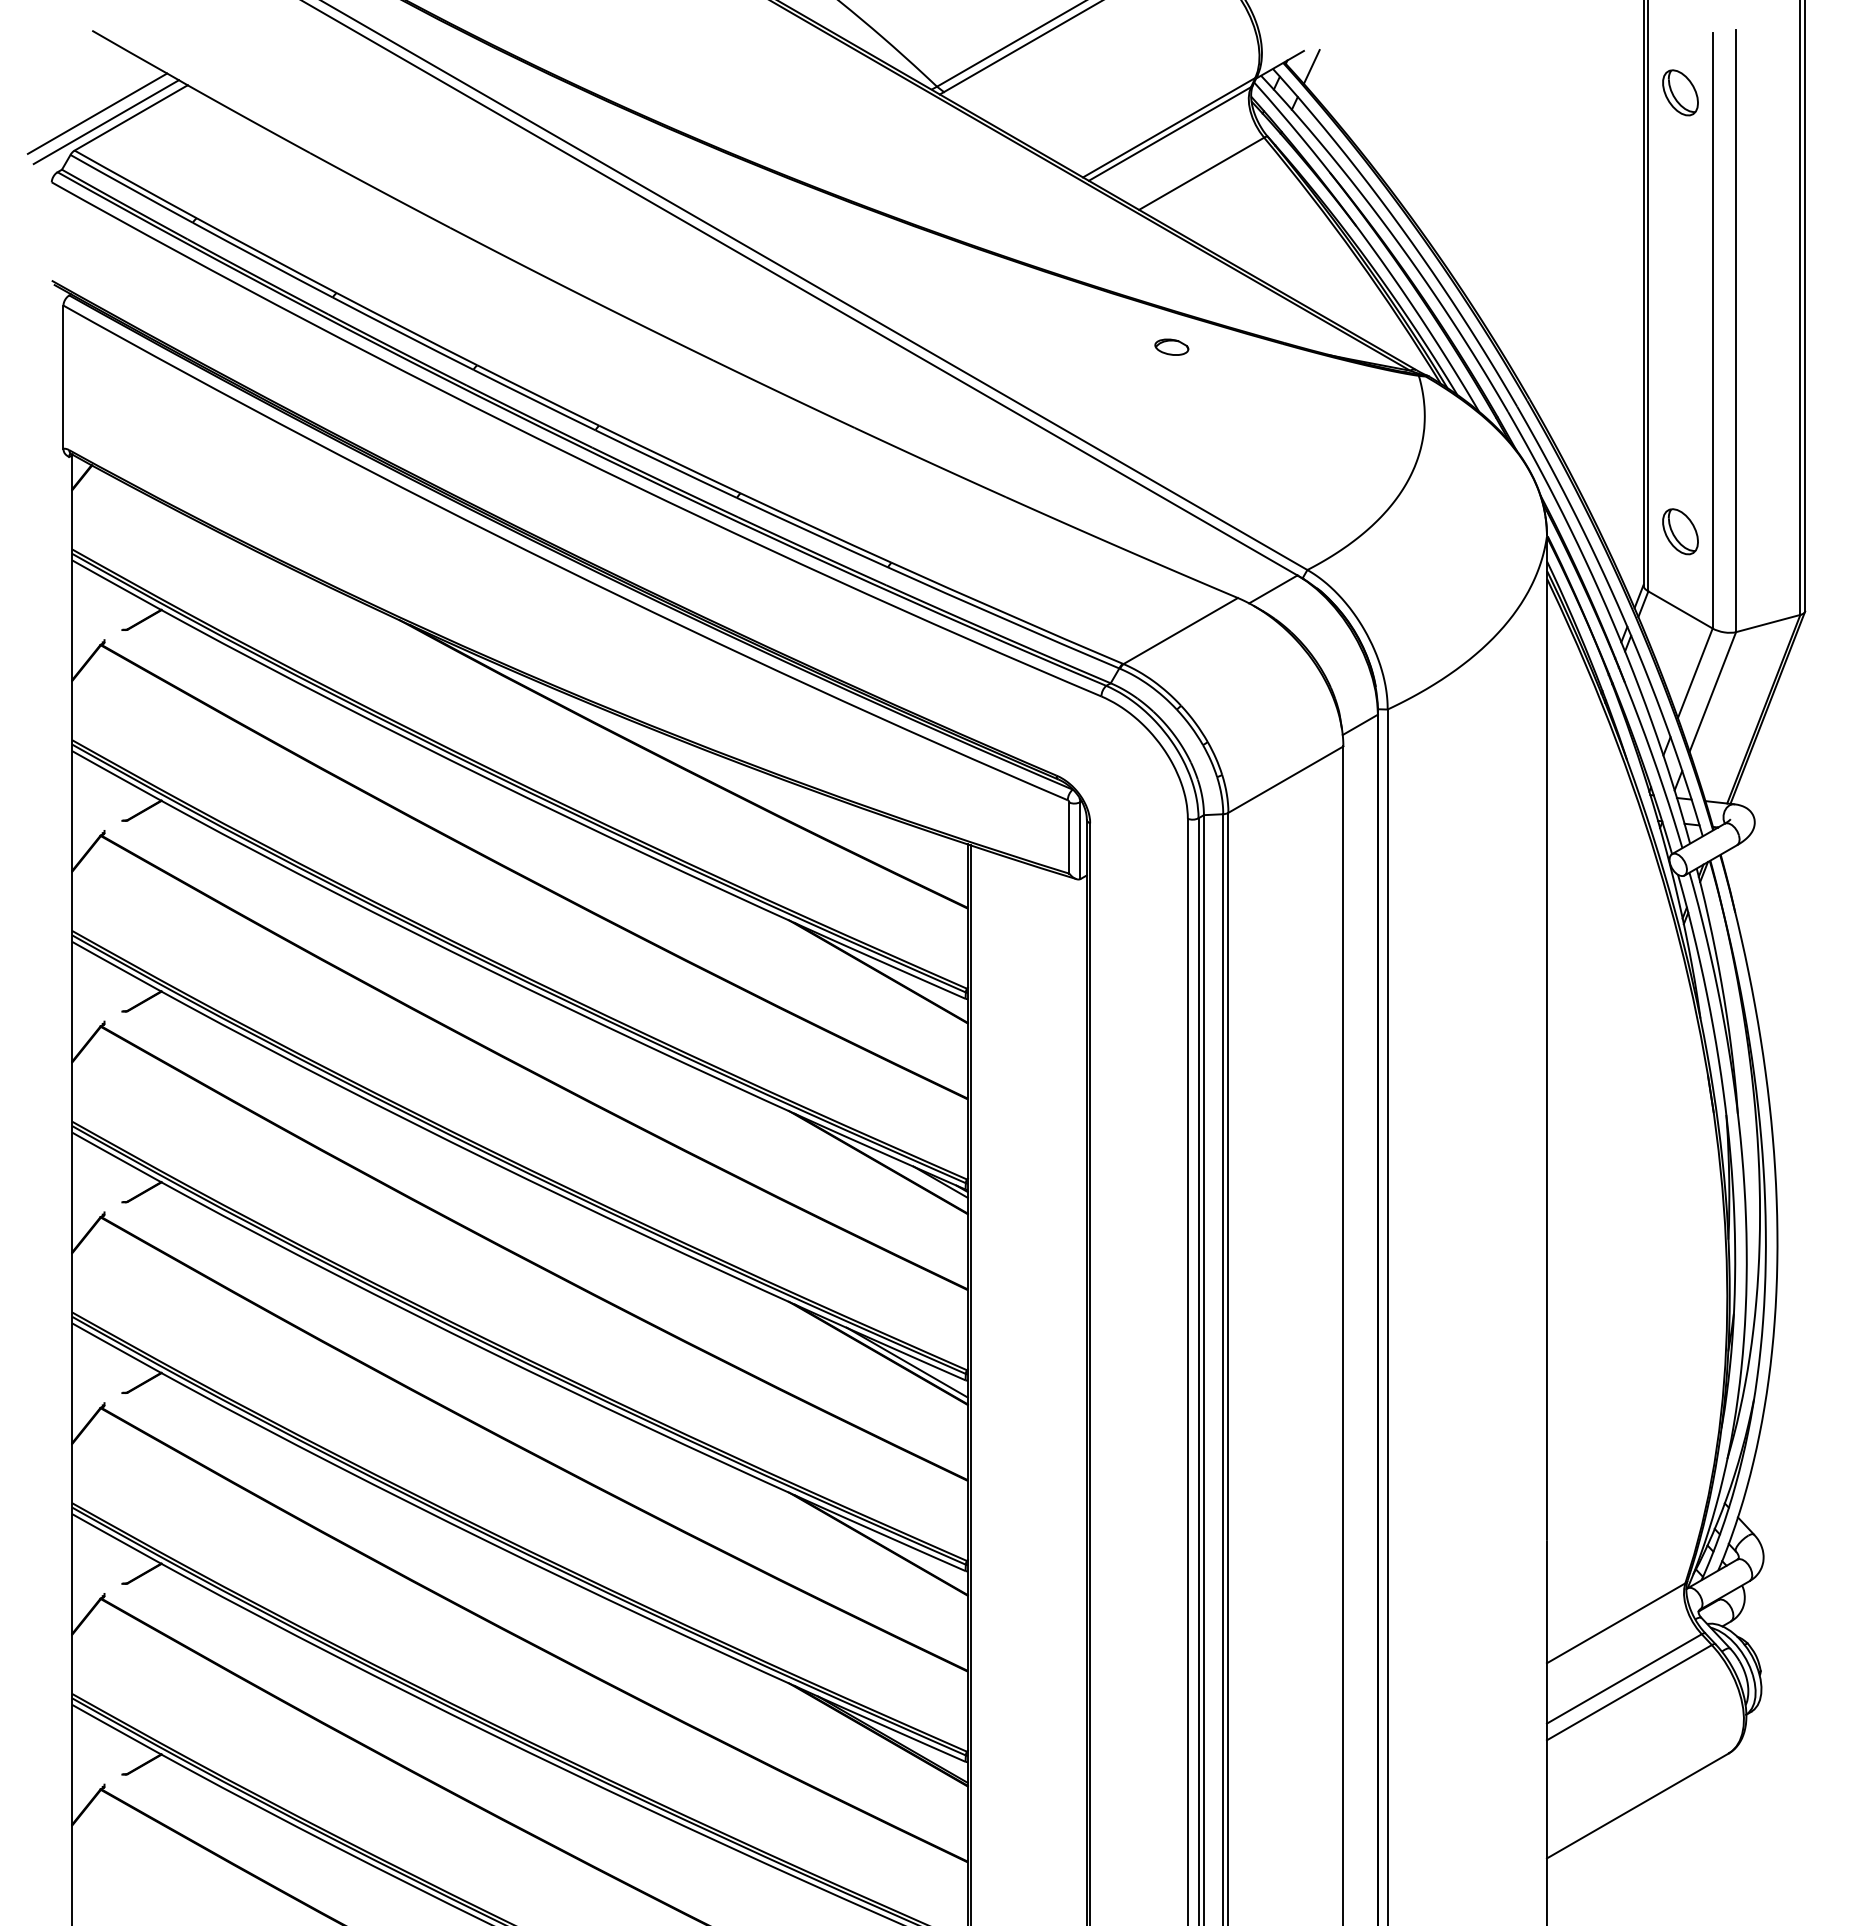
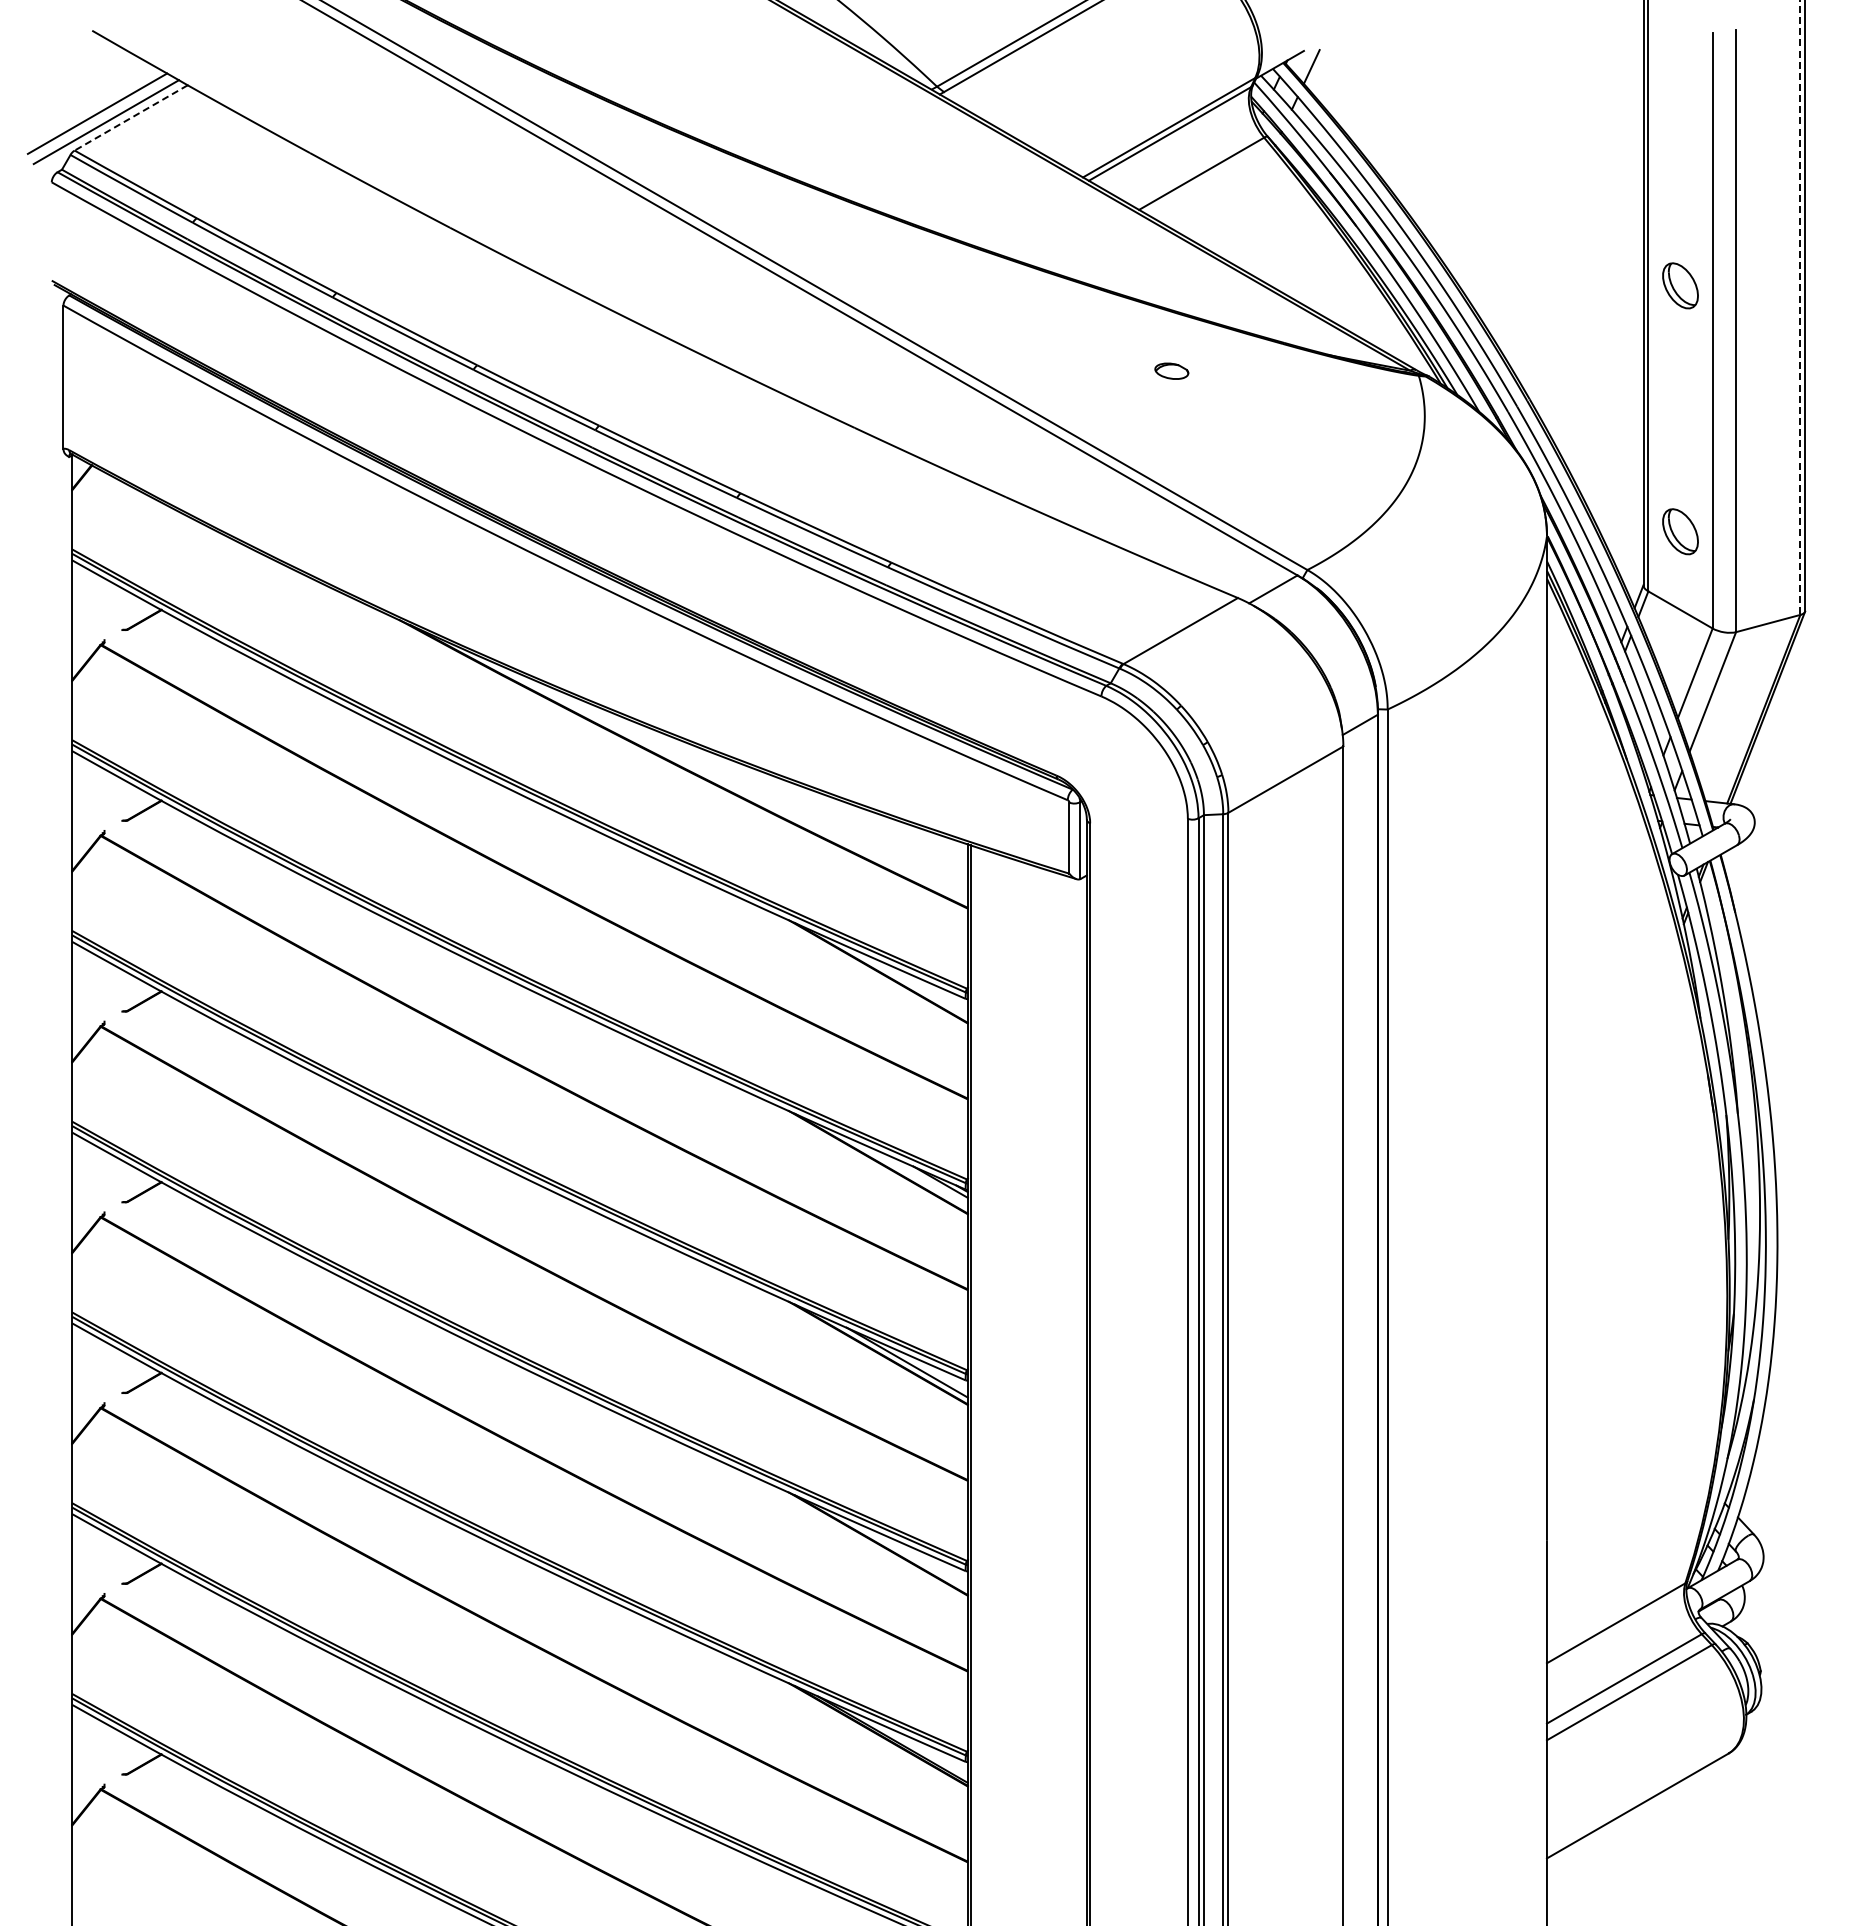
part at (1680, 92) position: (1680, 92) -> (1680, 285)
line at (130, 118): solid -> dashed
line at (1800, 308): solid -> dashed
part at (1171, 346) position: (1171, 346) -> (1171, 370)
